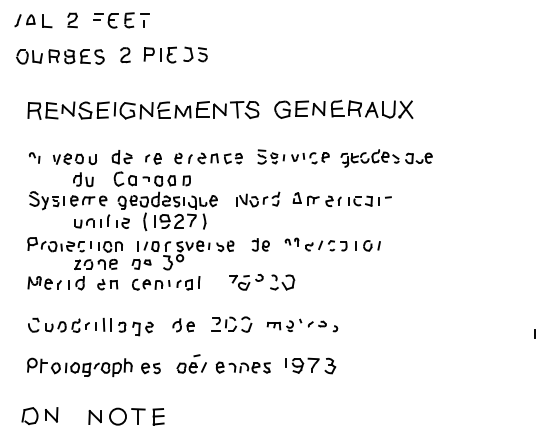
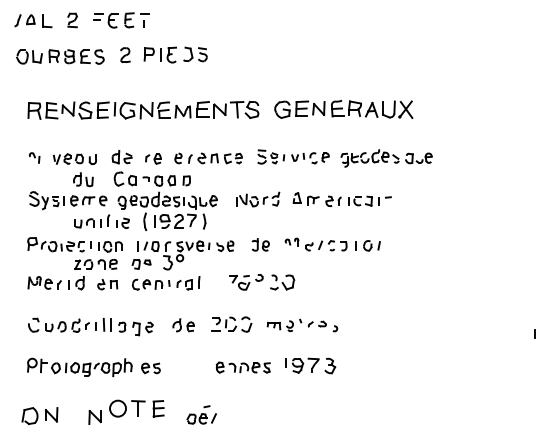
part at (191, 363) position: (191, 363) -> (201, 414)
part at (136, 416) position: (136, 416) -> (136, 408)
